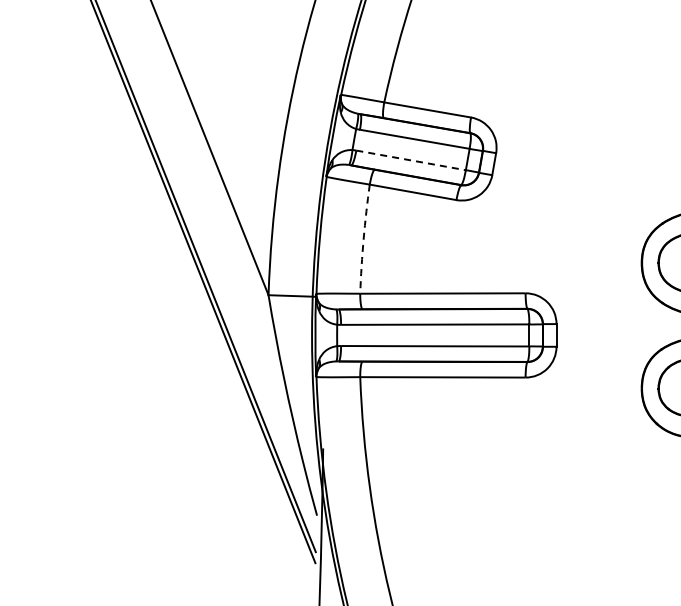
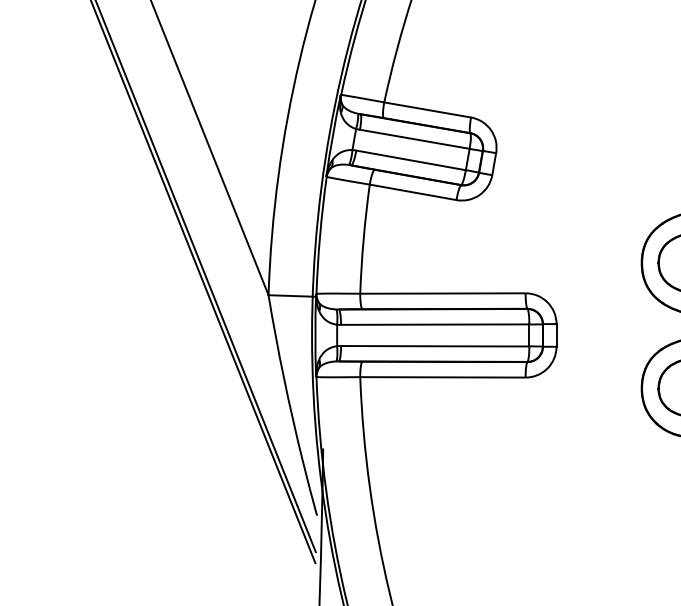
line at (411, 160): dashed -> solid
arc at (363, 239): dashed -> solid
